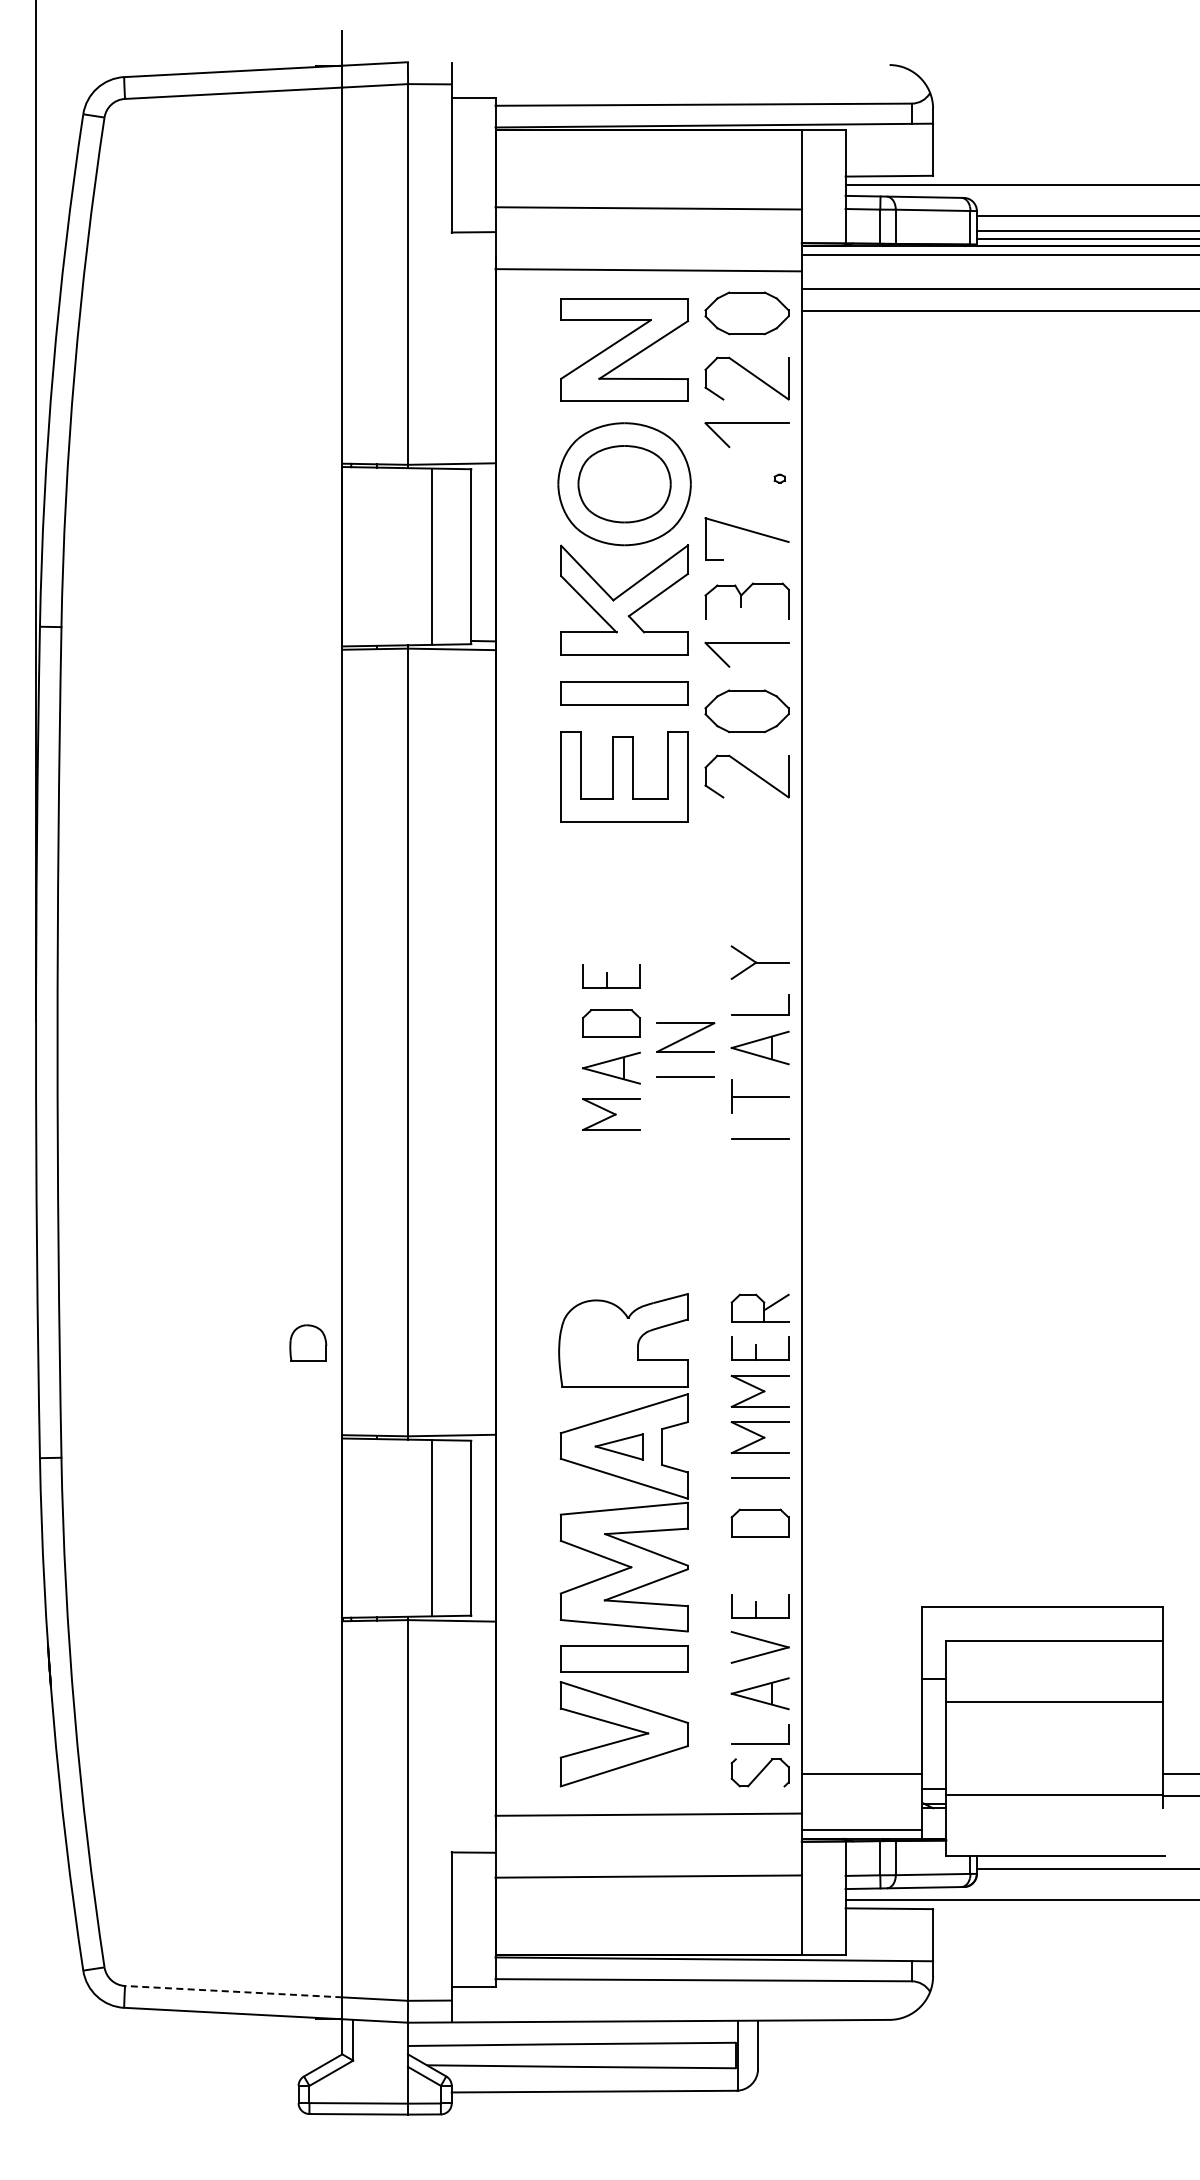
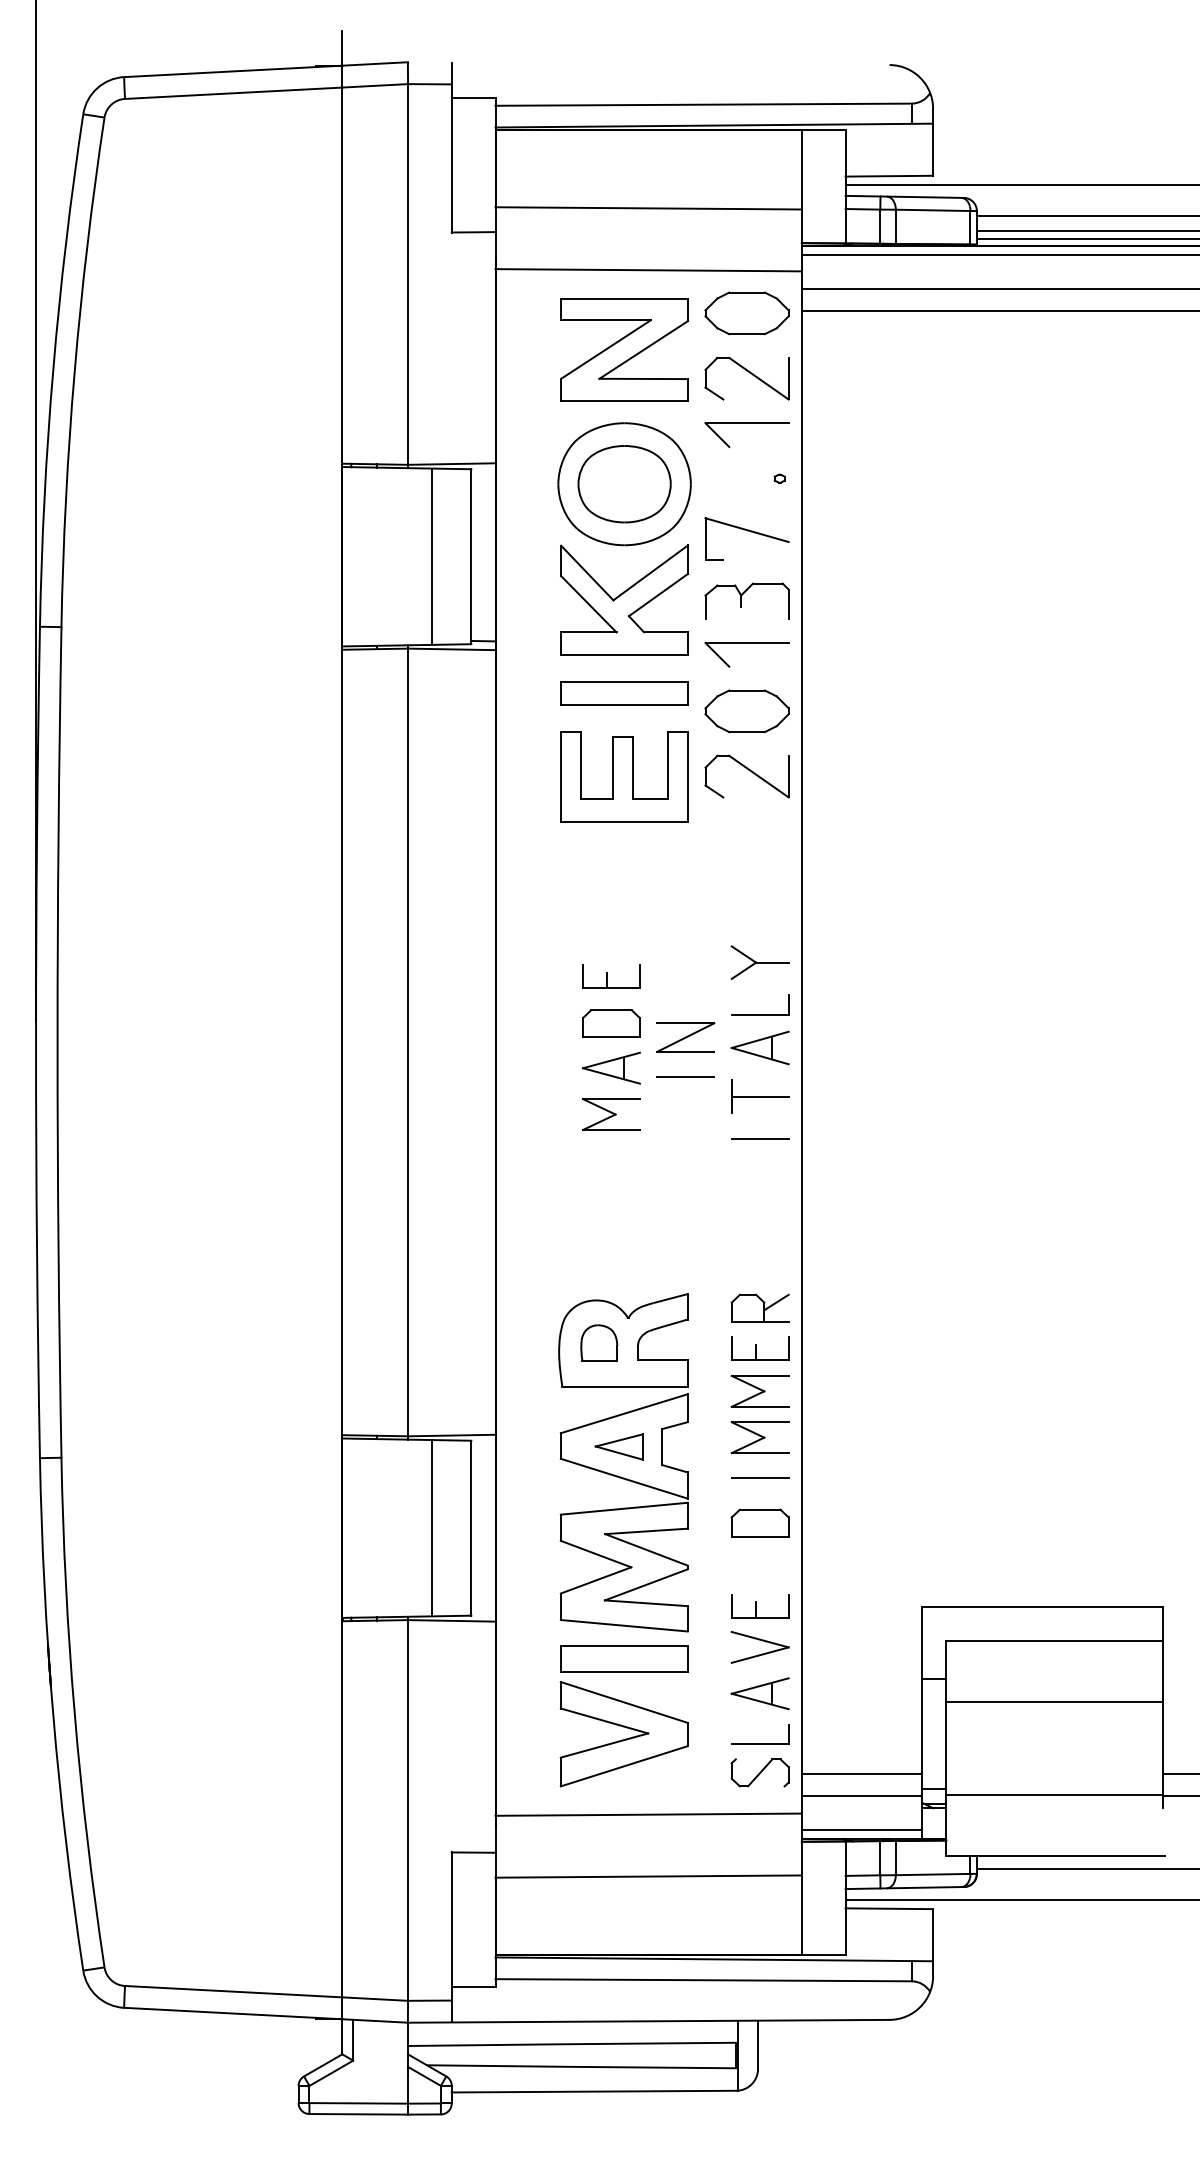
part at (308, 1342) position: (308, 1342) -> (599, 1342)
line at (861, 1795): none -> present
line at (233, 1991): dashed -> solid
